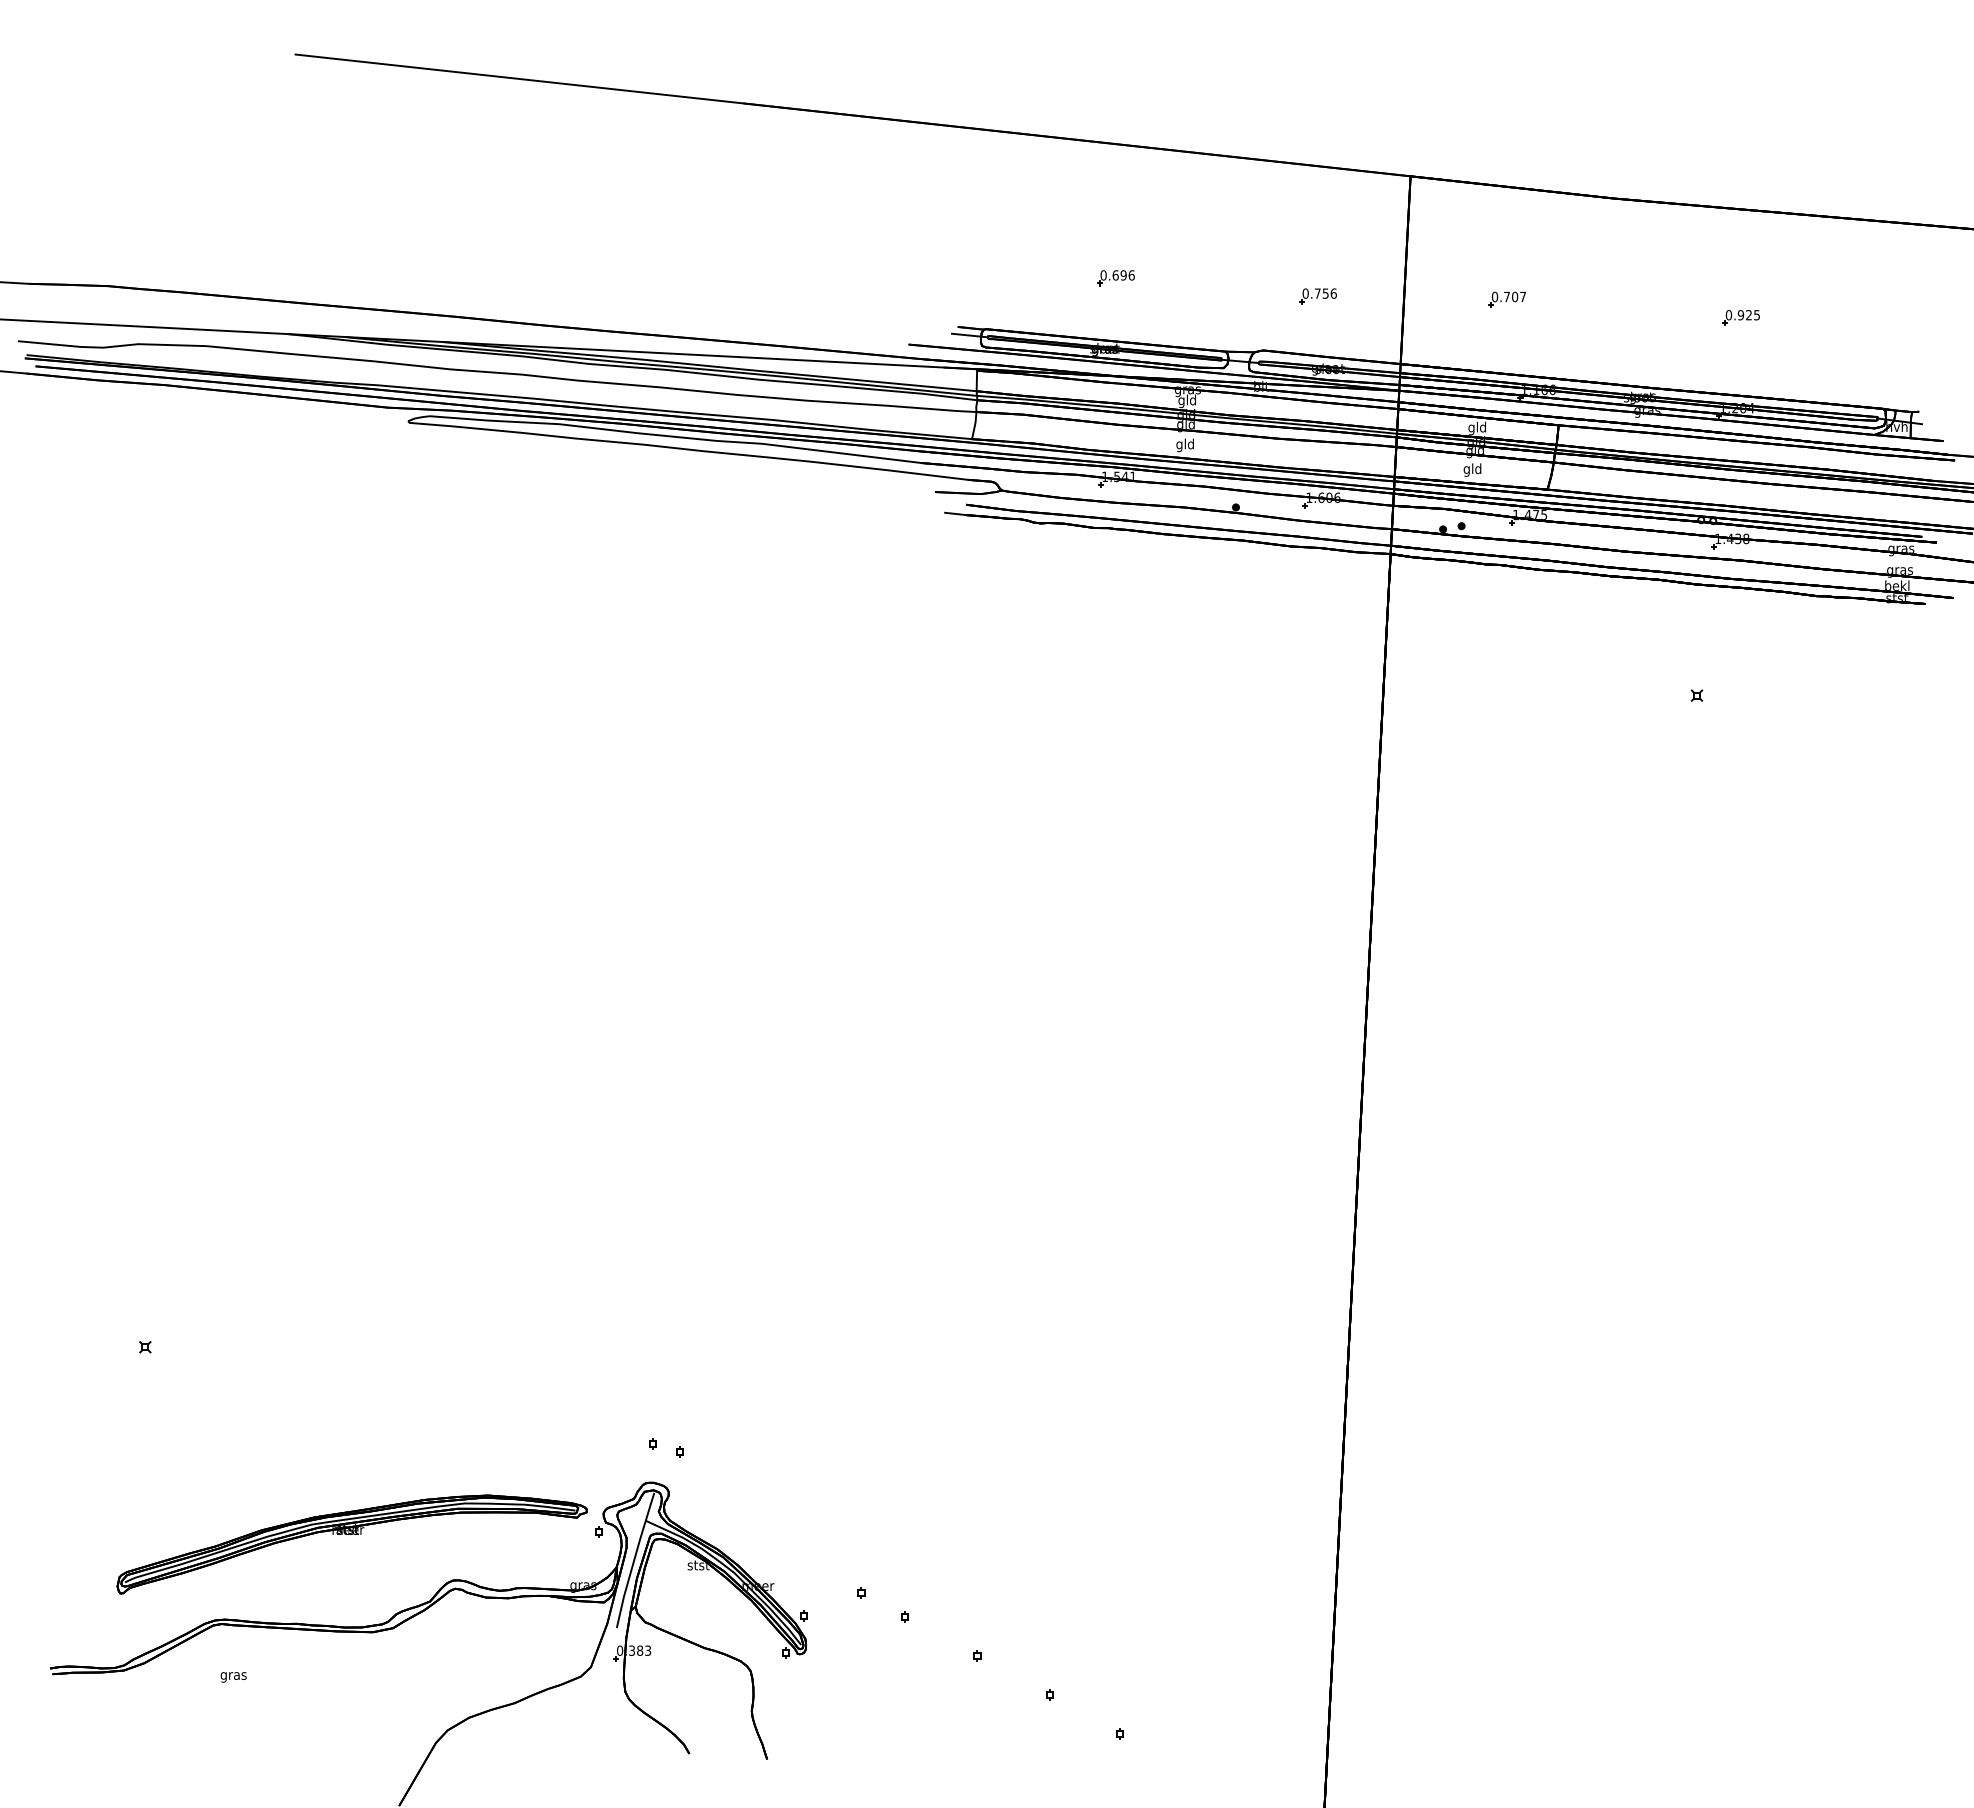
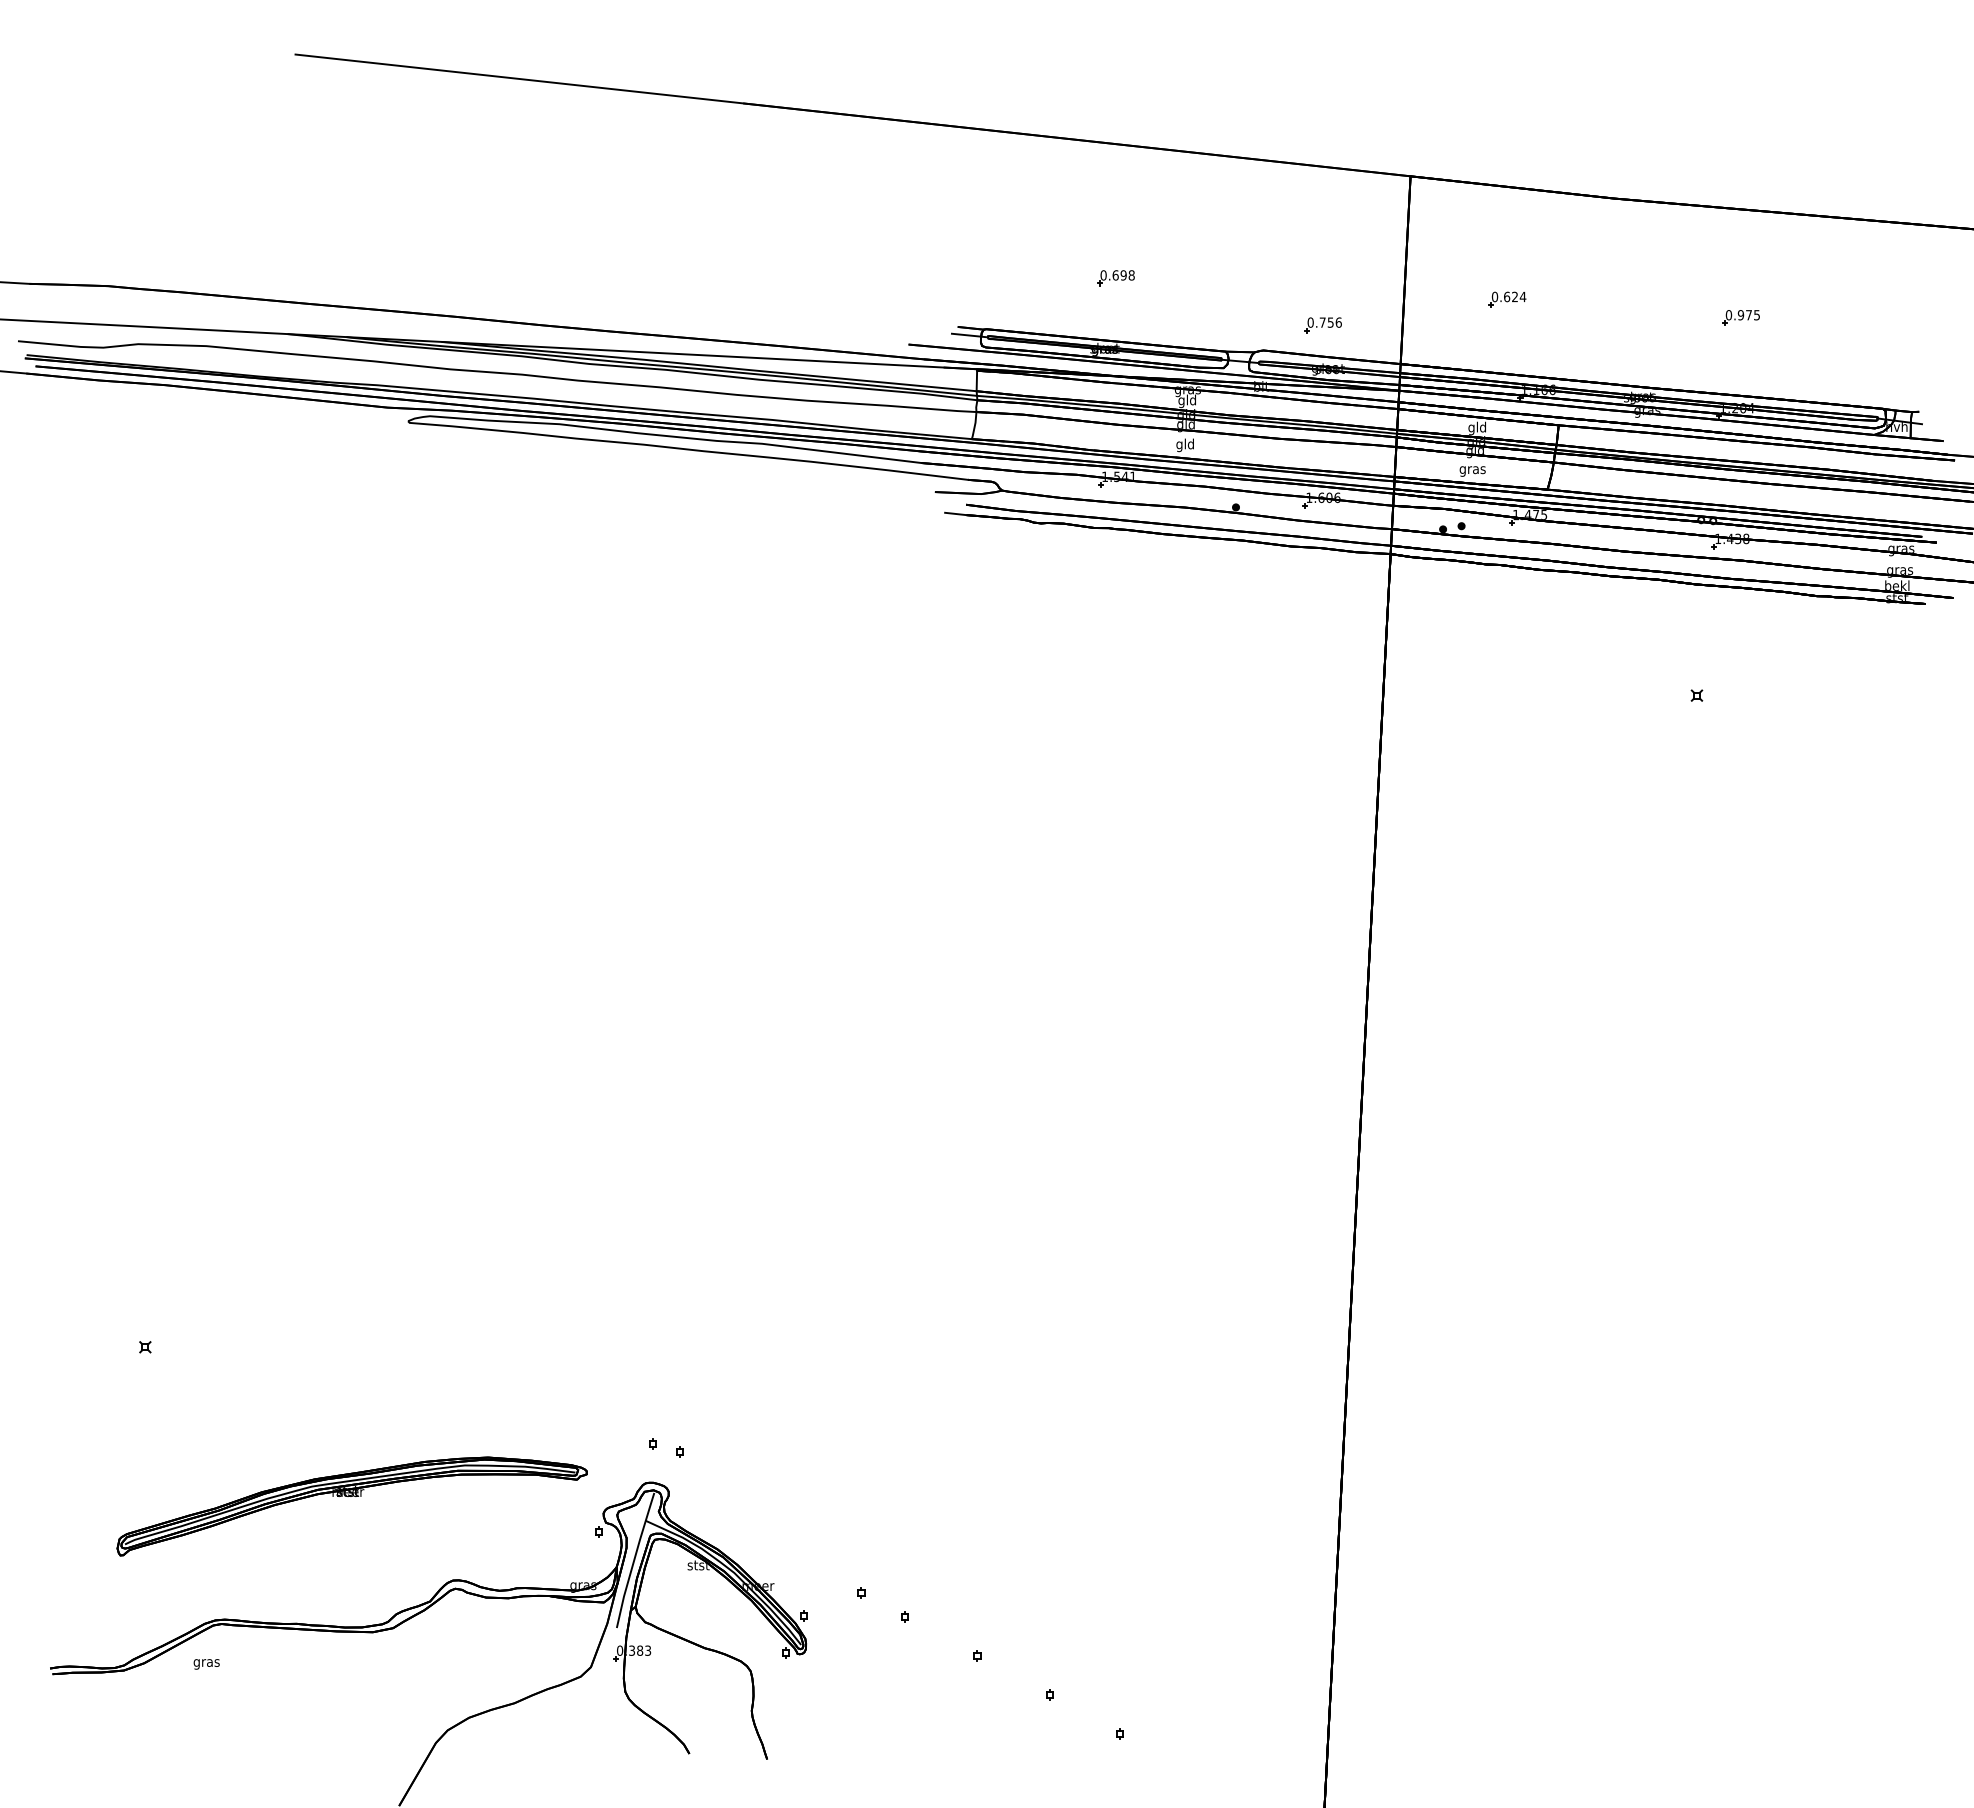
text at (1131, 275): 0.696 -> 0.698
part at (1317, 296) position: (1317, 296) -> (1322, 325)
text at (1515, 296): 0.707 -> 0.624
text at (1748, 315): 0.925 -> 0.975
text at (1472, 469): gld -> gras
part at (351, 1534) position: (351, 1534) -> (351, 1496)
text at (233, 1677) position: (233, 1677) -> (206, 1664)
